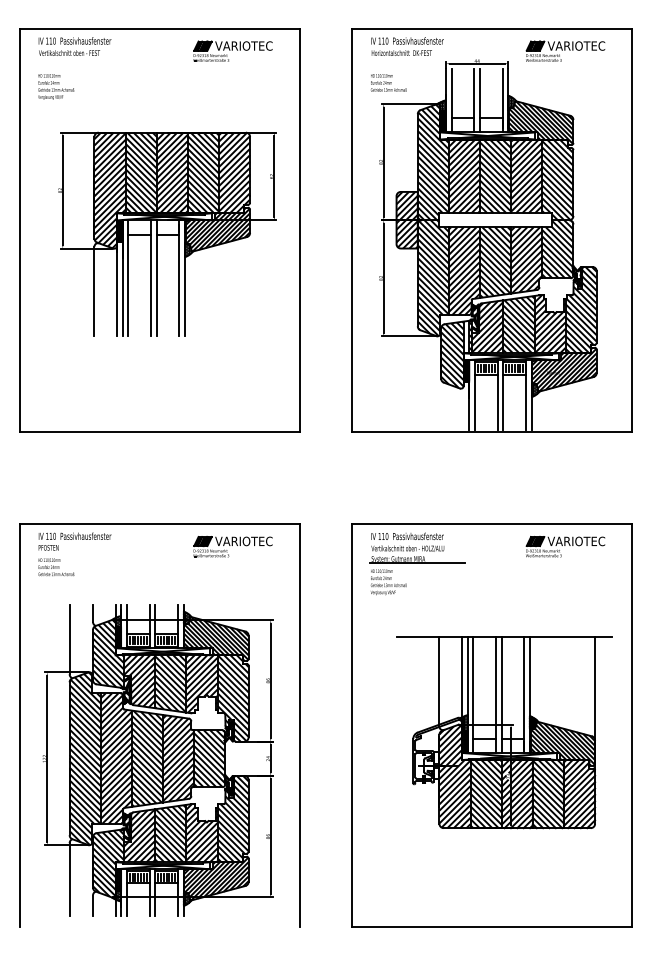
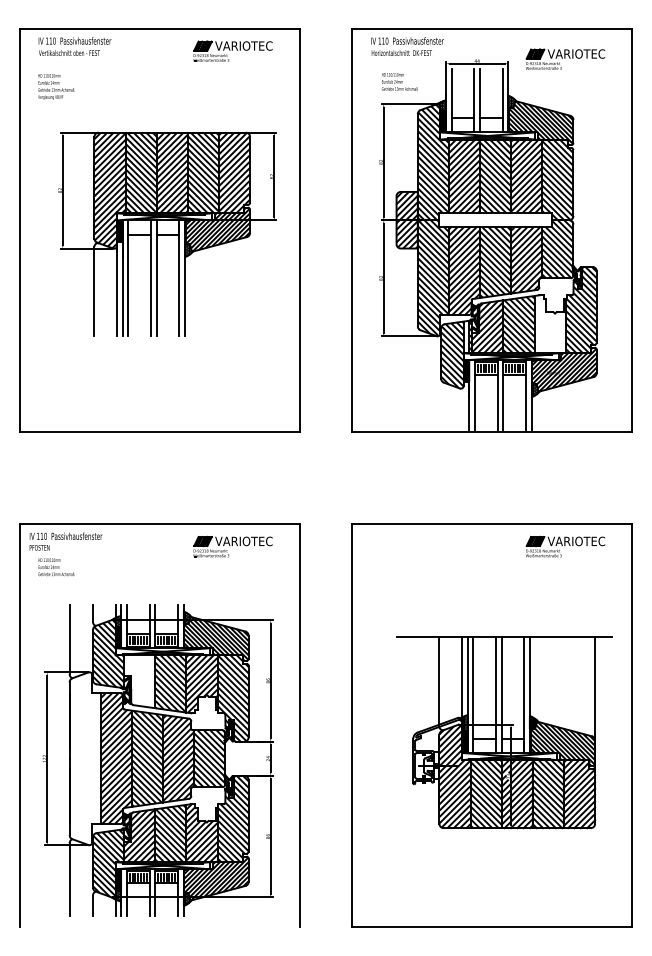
part at (565, 50) position: (565, 50) -> (565, 58)
text at (388, 82) position: (388, 82) -> (399, 81)
hatch at (549, 324): present -> none
text at (74, 541) position: (74, 541) -> (65, 541)
part at (417, 563): present -> none
hatch at (139, 681): present -> none
hatch at (84, 758): present -> none
